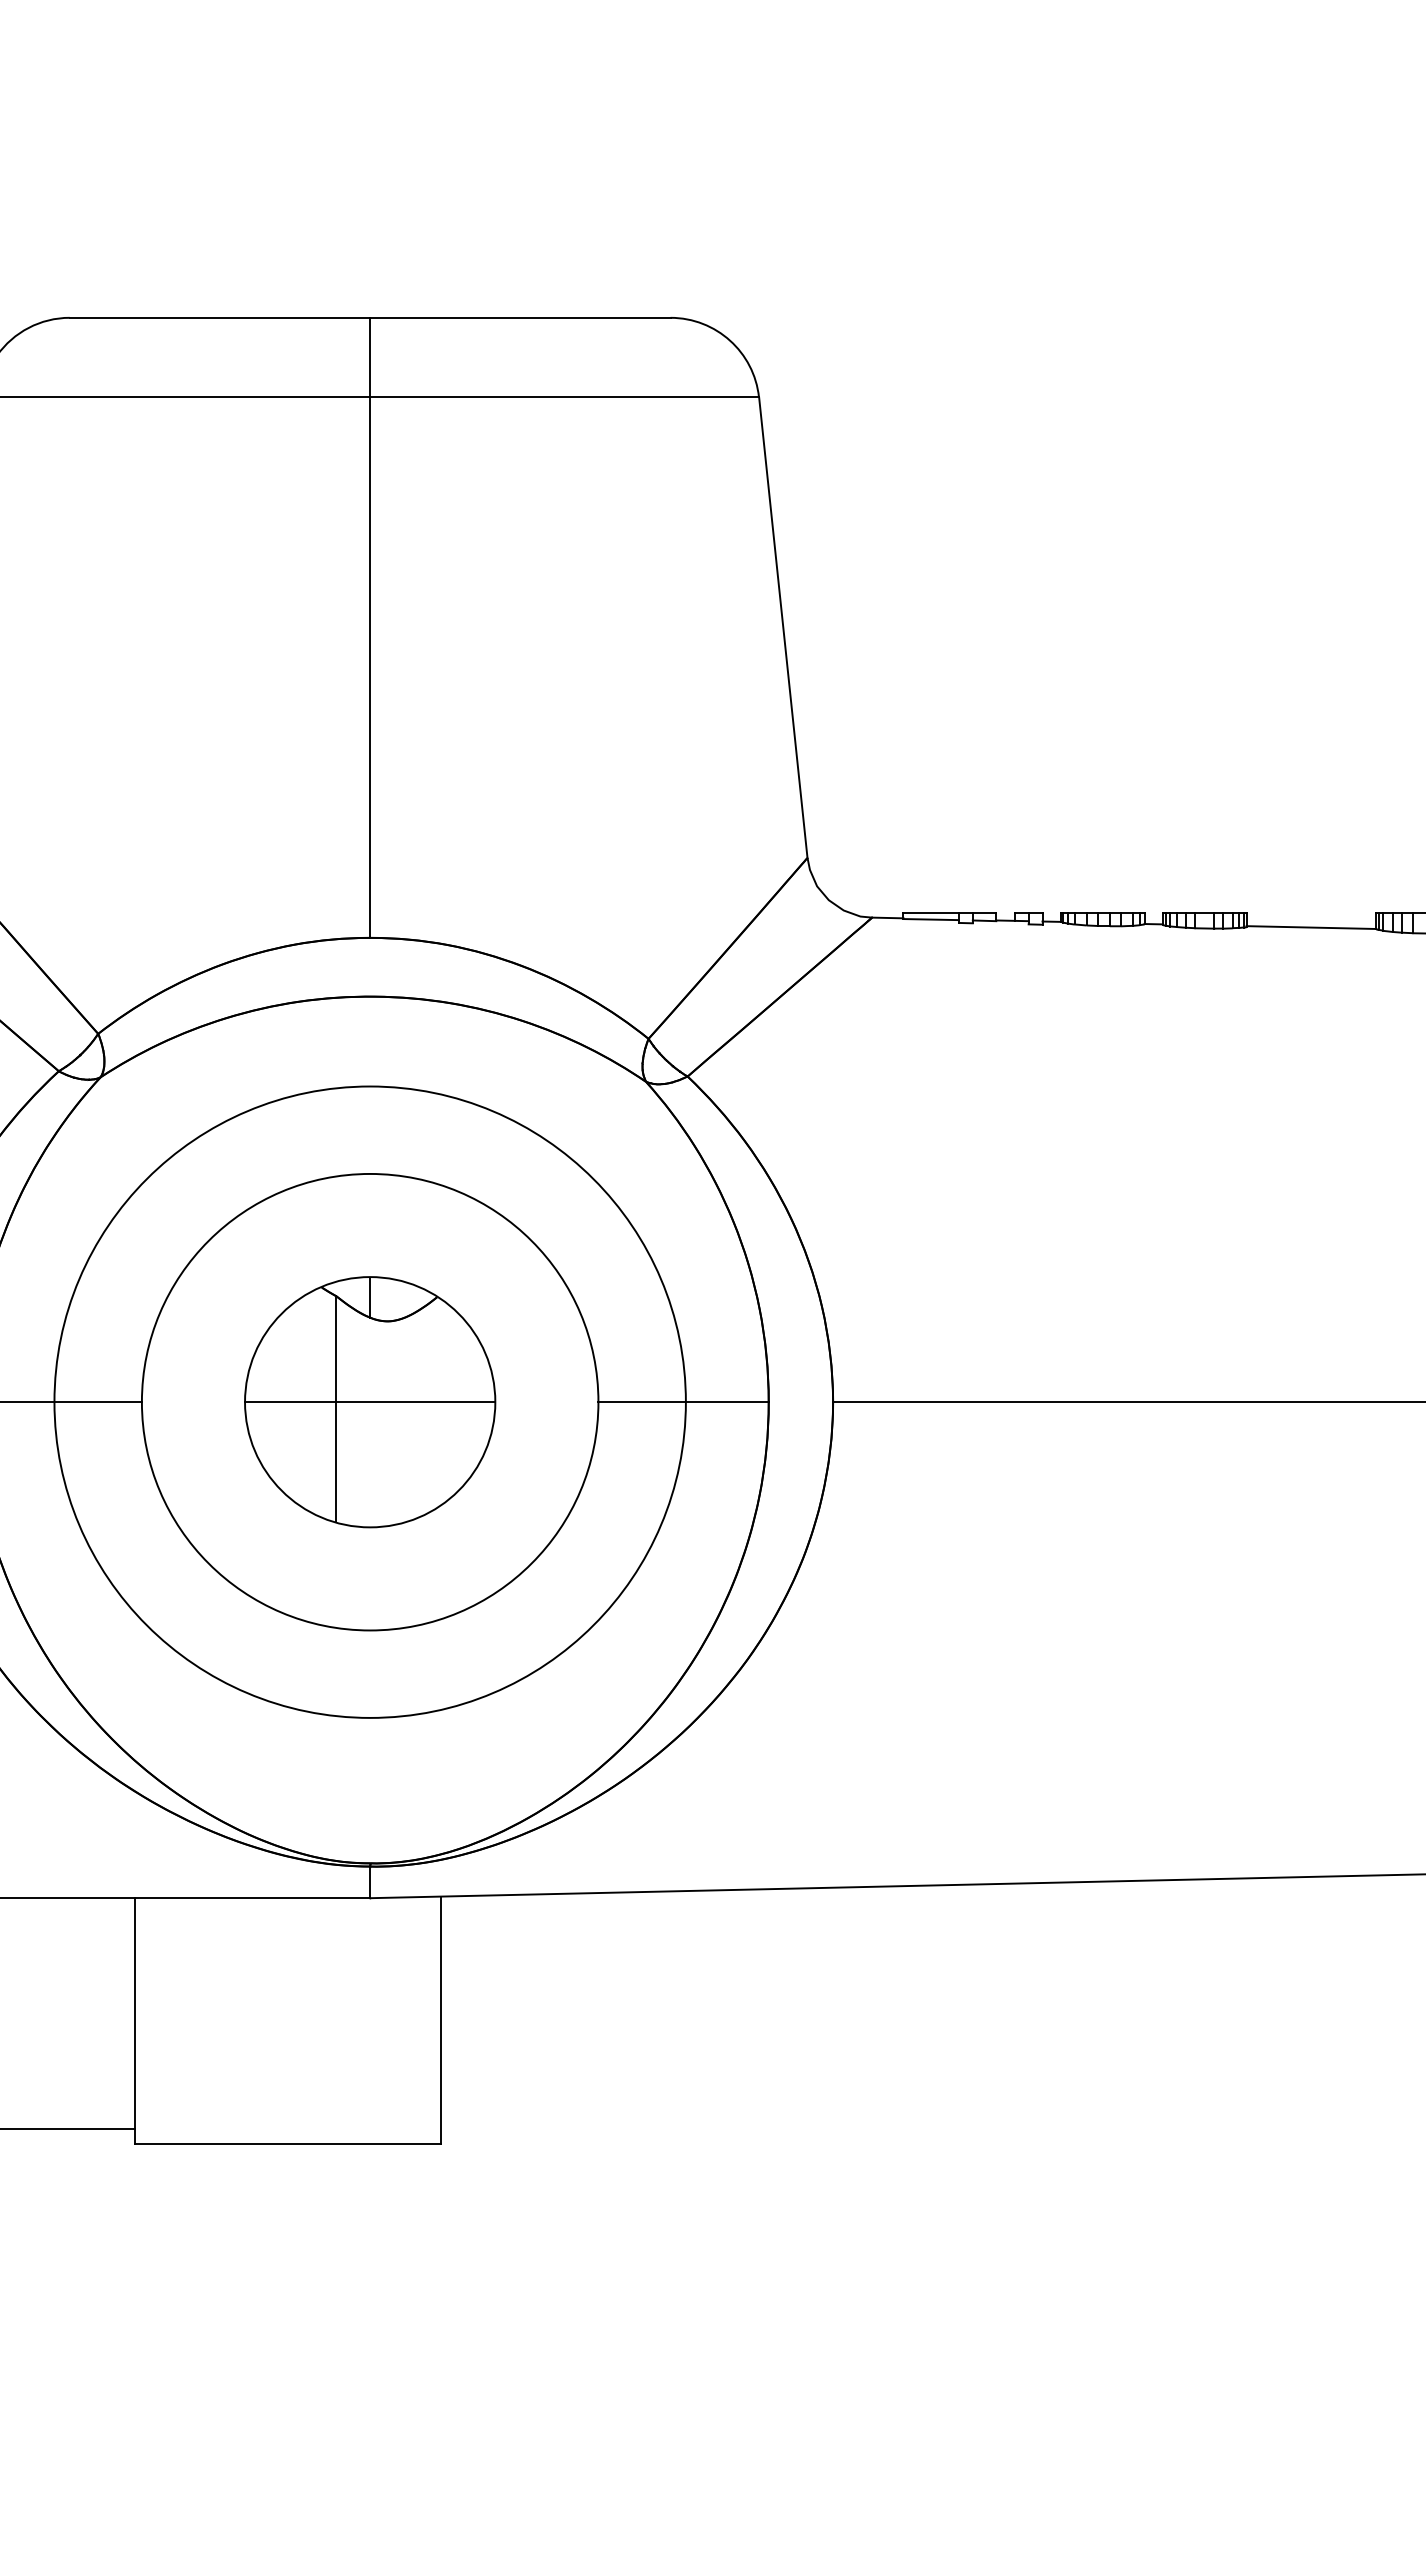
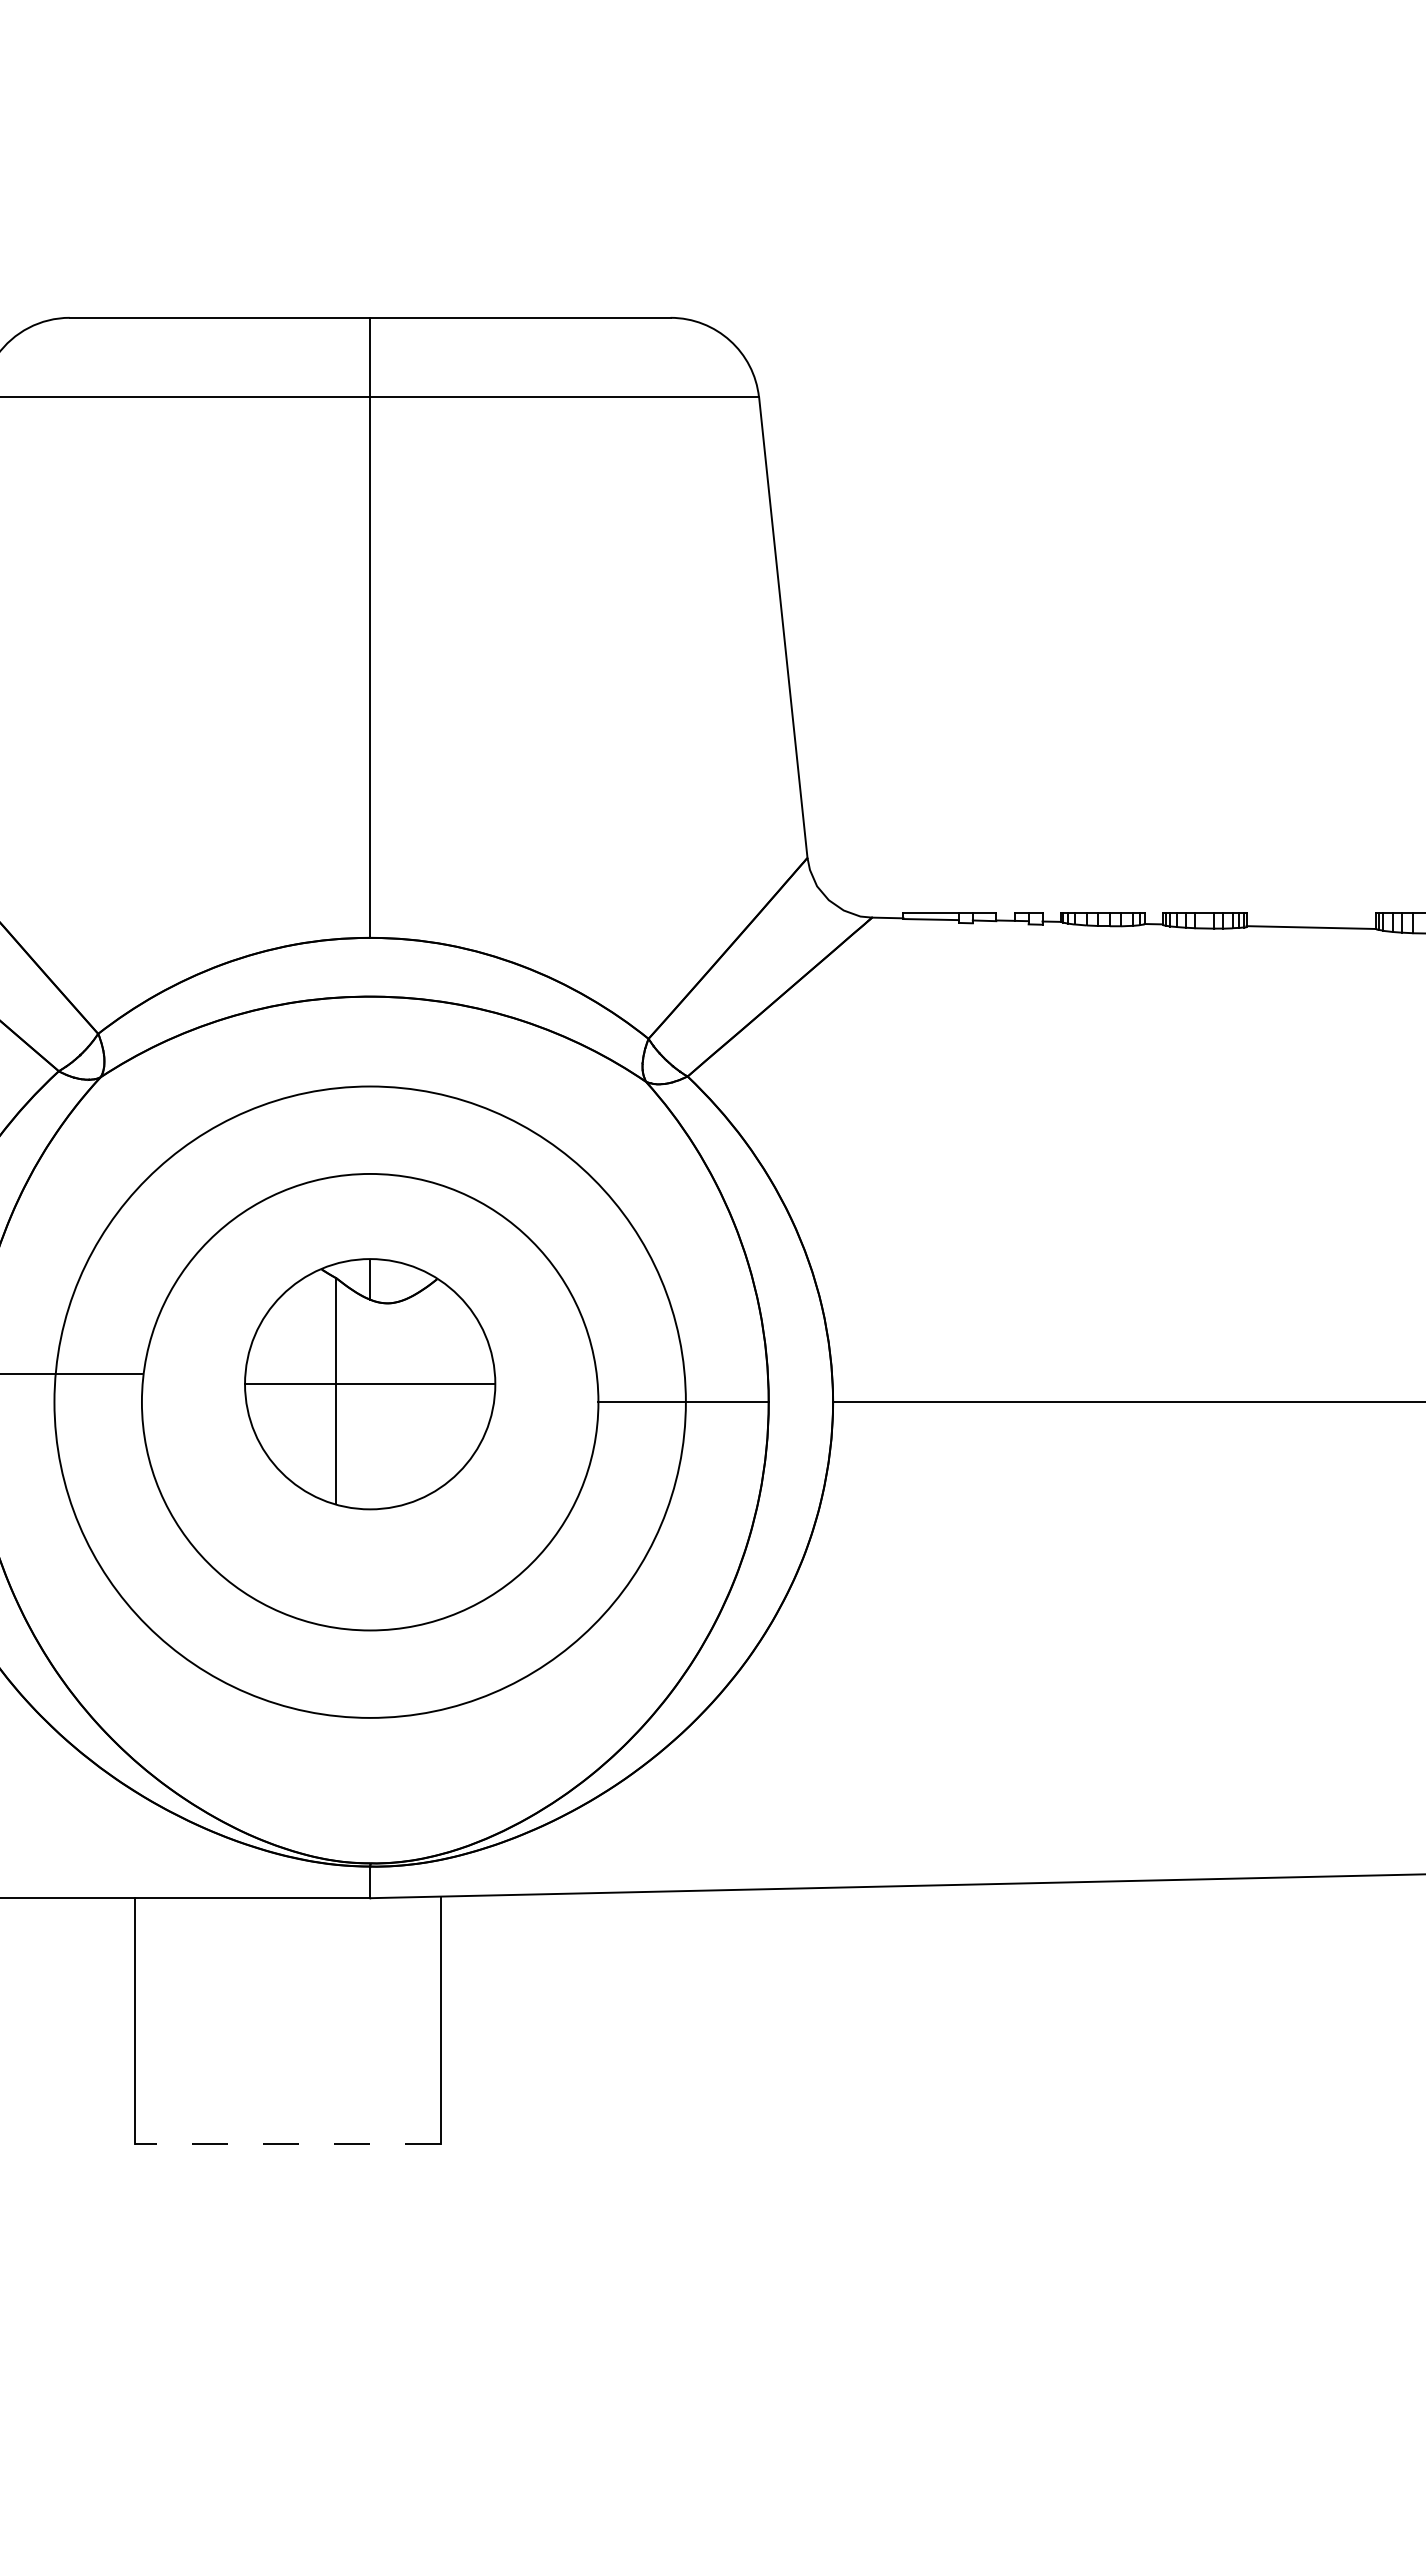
line at (71, 1402) position: (71, 1402) -> (71, 1374)
part at (370, 1402) position: (370, 1402) -> (370, 1384)
line at (68, 2128): present -> none
line at (288, 2143): solid -> dashed
